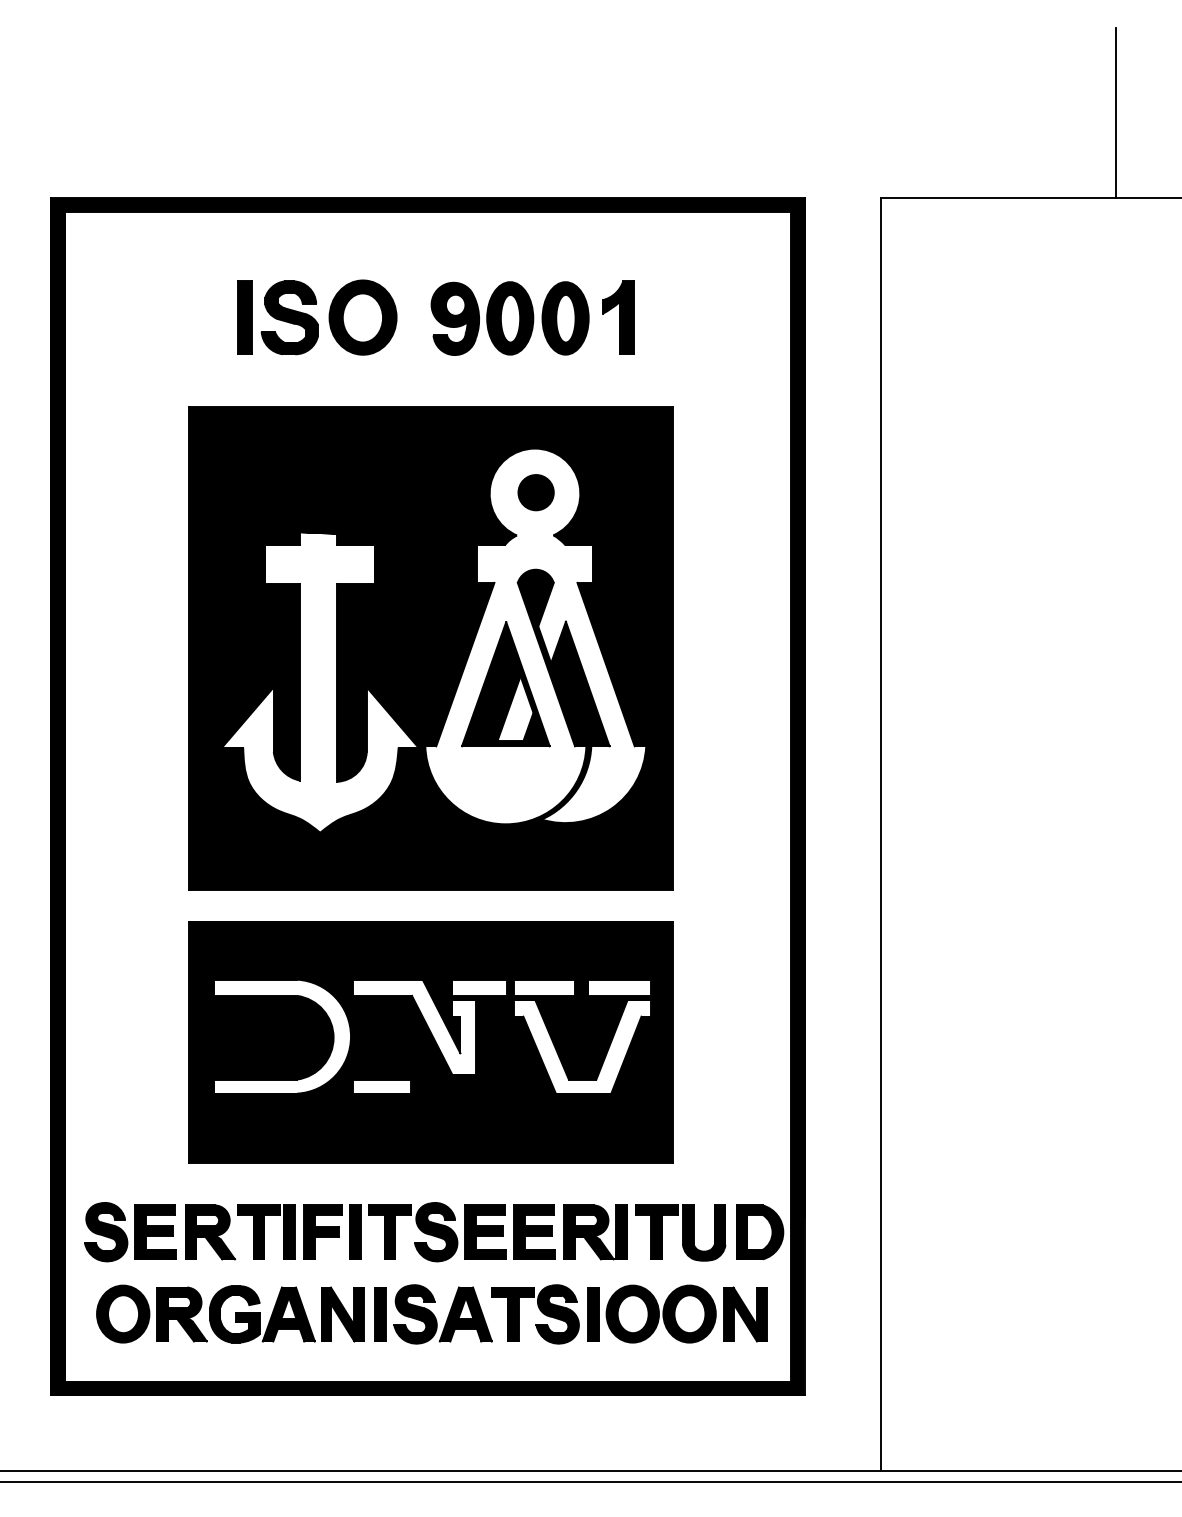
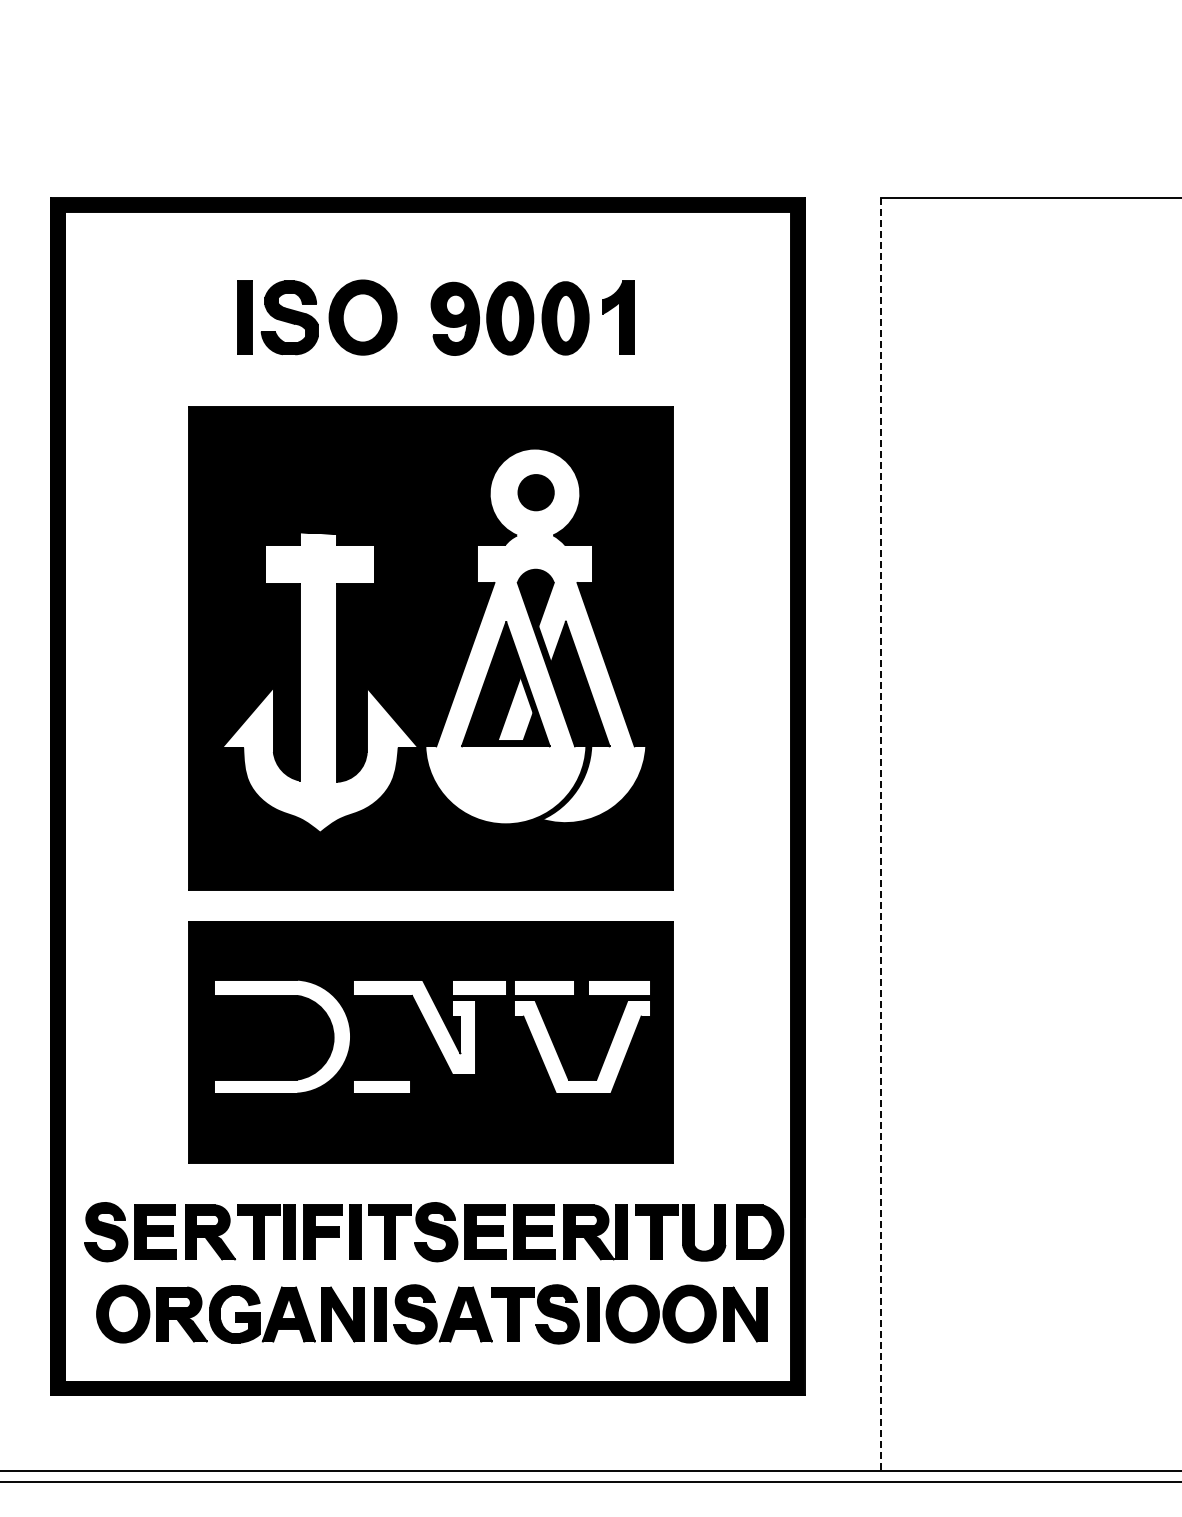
line at (1116, 112): present -> none
line at (881, 834): solid -> dashed
